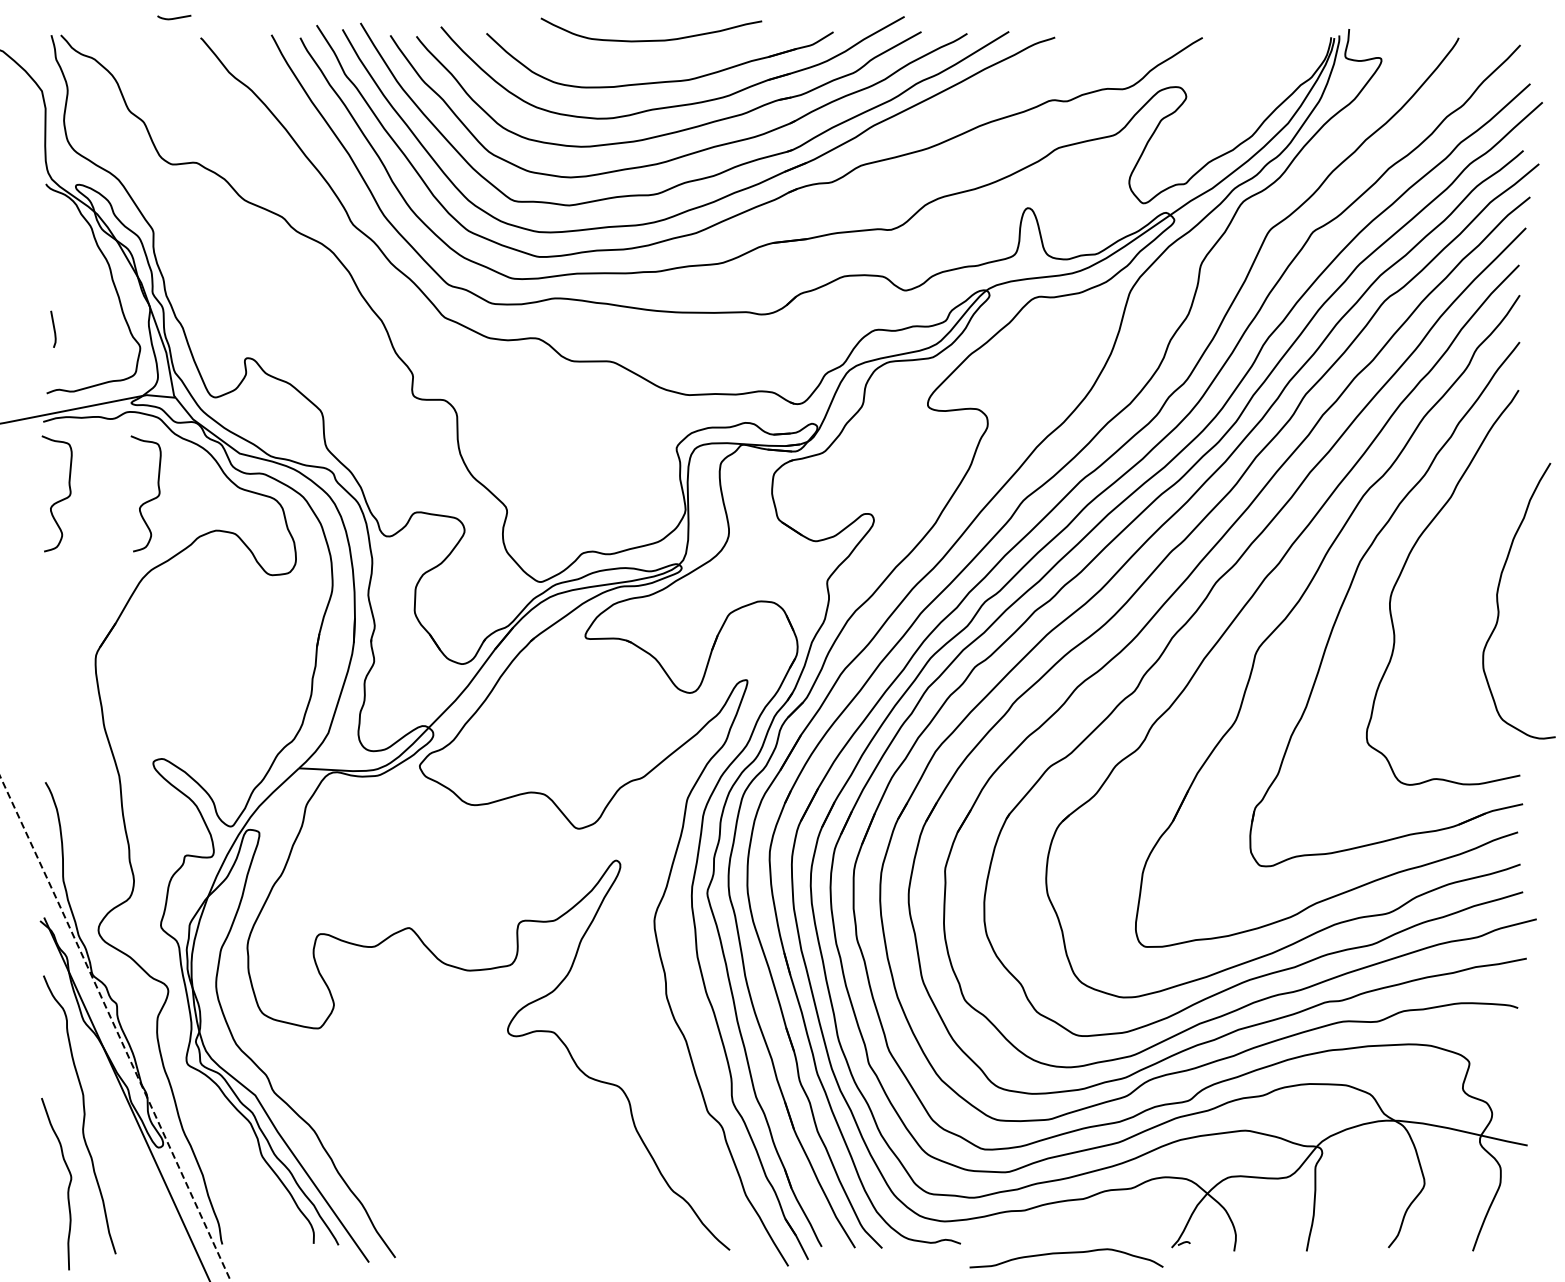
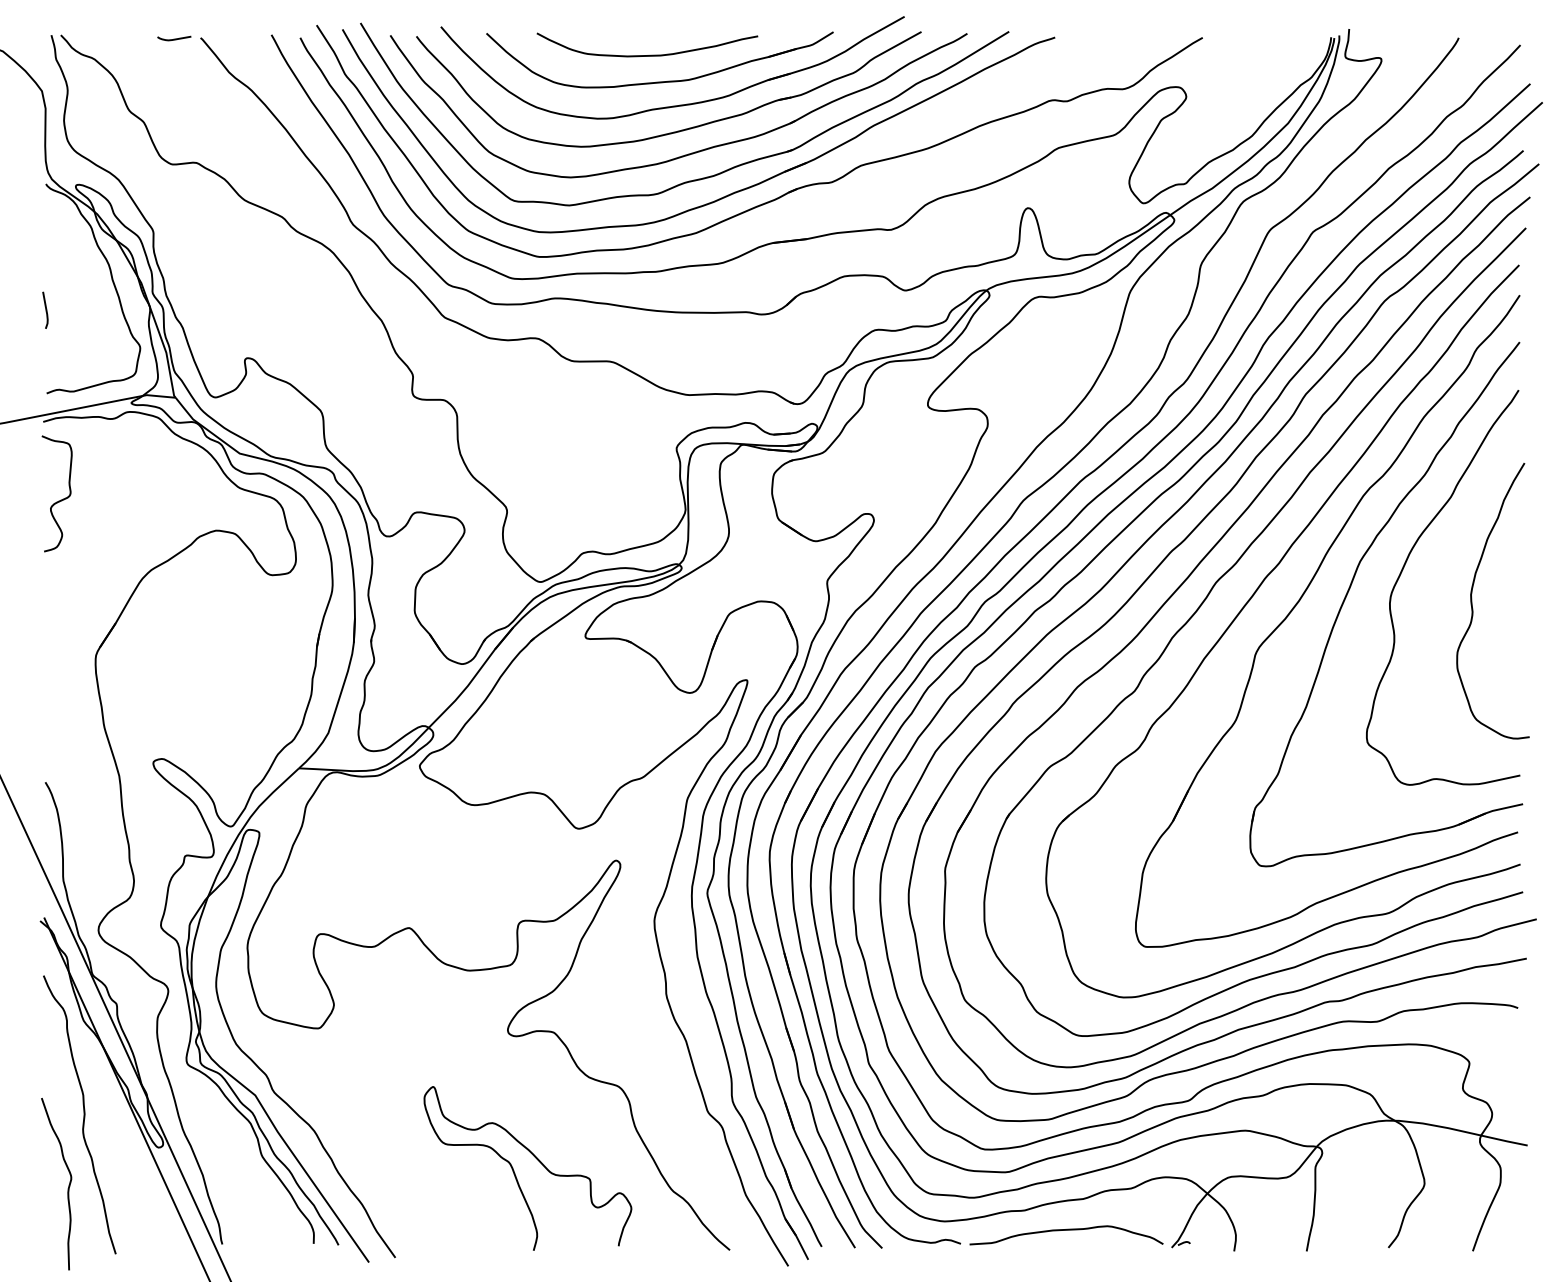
curve at (174, 17) position: (174, 17) -> (174, 38)
curve at (654, 39) position: (654, 39) -> (650, 54)
line at (53, 328) position: (53, 328) -> (45, 309)
curve at (149, 499): present -> none
curve at (1498, 601) position: (1498, 601) -> (1472, 601)
line at (115, 1028): dashed -> solid
curve at (536, 1159): none -> present
curve at (1066, 1253) position: (1066, 1253) -> (1066, 1230)
